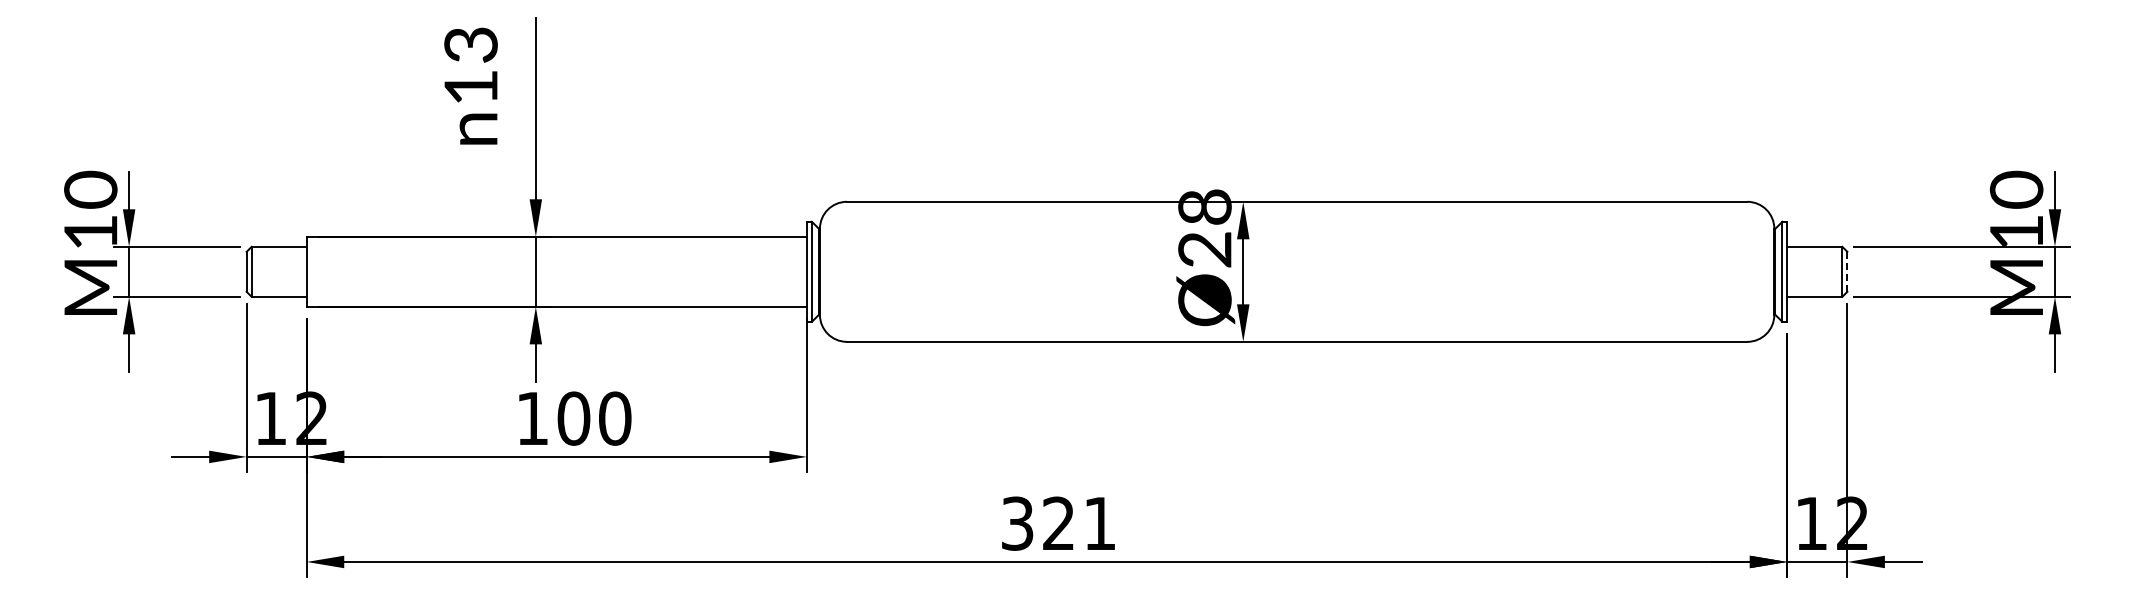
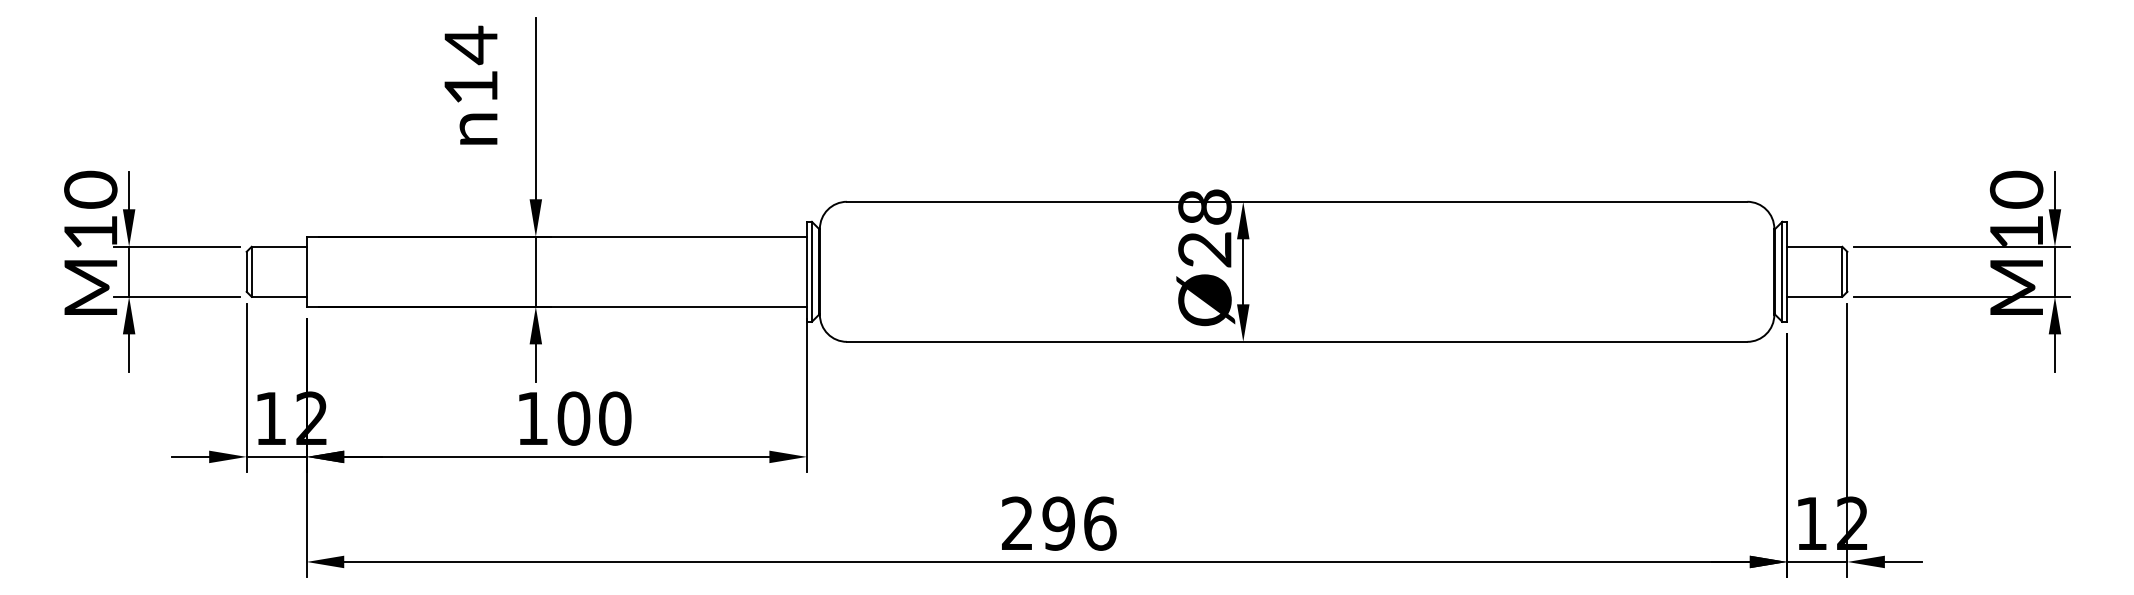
text at (470, 45): 13 -> 14
line at (1847, 272): dashed -> solid
text at (1059, 523): 321 -> 296
